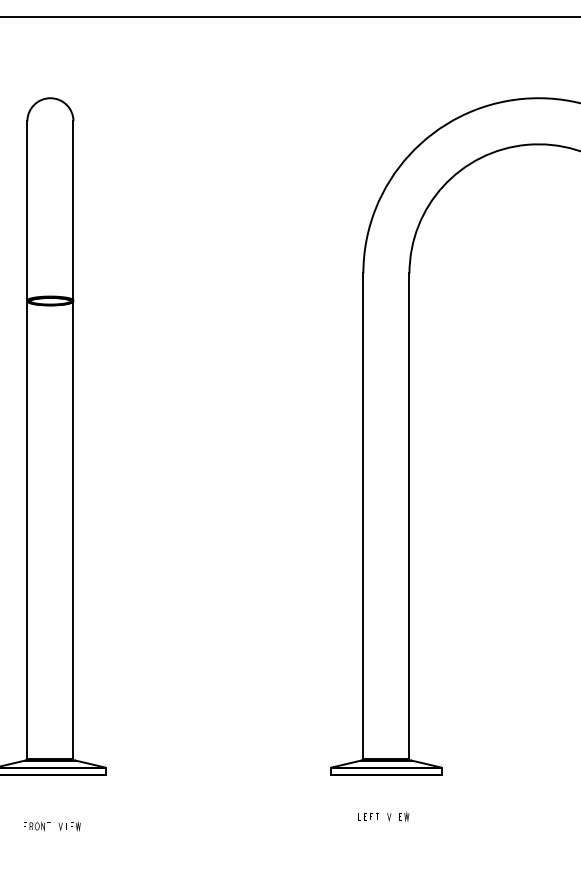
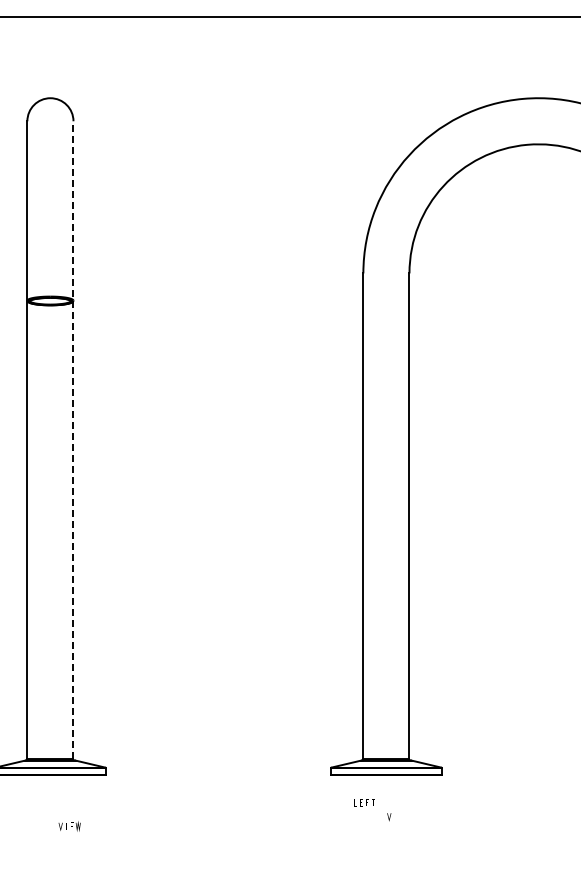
line at (73, 439): solid -> dashed
part at (368, 816) position: (368, 816) -> (364, 802)
part at (404, 816): present -> none
part at (37, 826): present -> none
